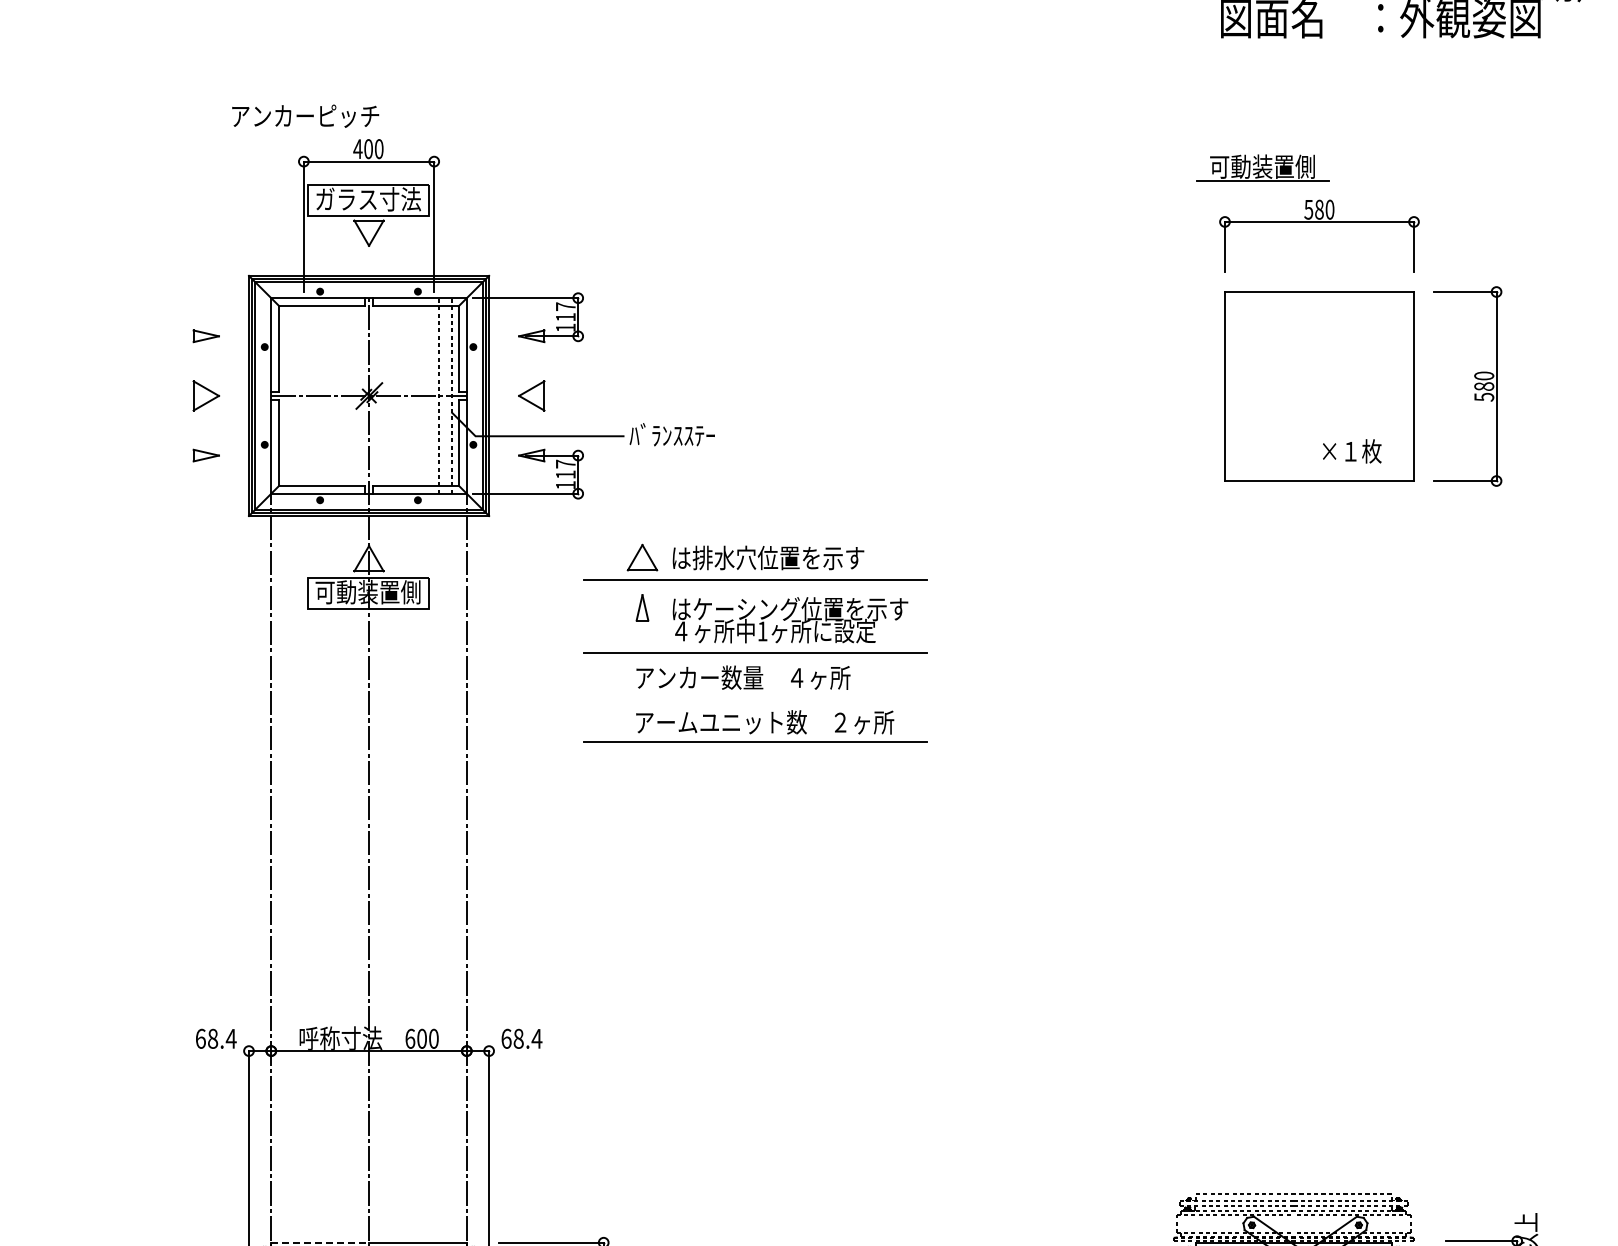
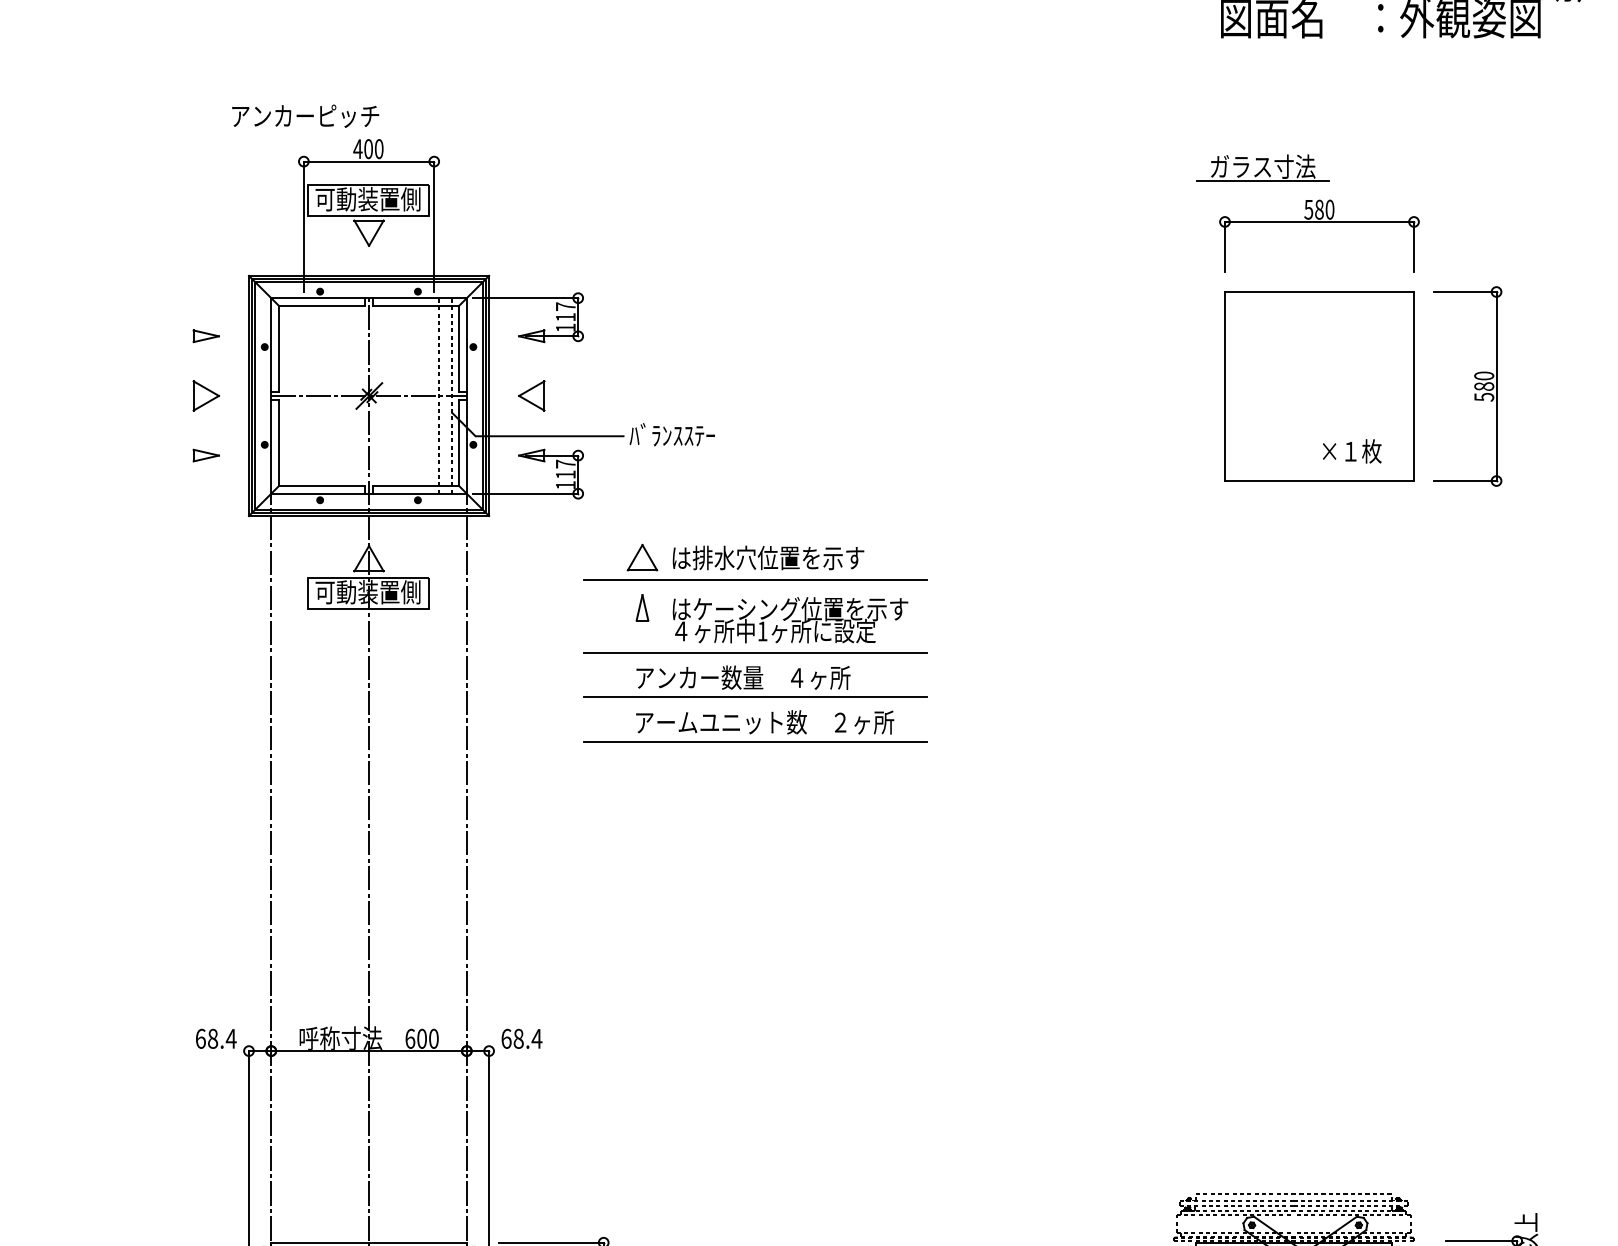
text at (1262, 166): 可動装置側 -> ガラス寸法
text at (367, 199): ガラス寸法 -> 可動装置側
line at (754, 697): none -> present
line at (320, 1242): dashed -> solid
